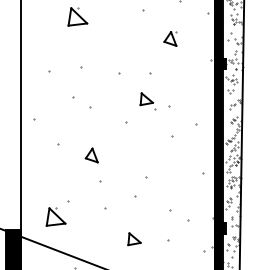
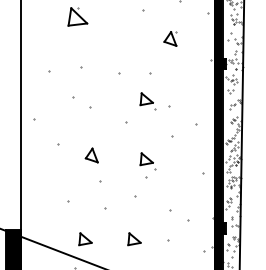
part at (147, 161): none -> present
part at (55, 216): present -> none
part at (85, 239): none -> present
